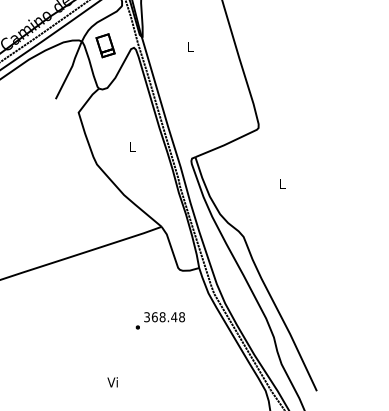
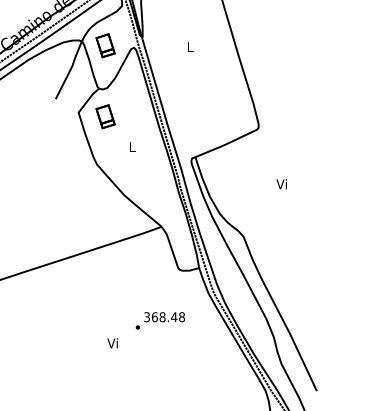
part at (105, 116): none -> present
text at (281, 184): L -> Vi
text at (112, 382) position: (112, 382) -> (112, 343)
